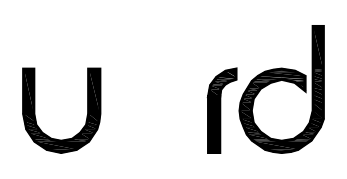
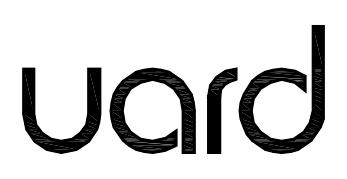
part at (124, 108): none -> present
